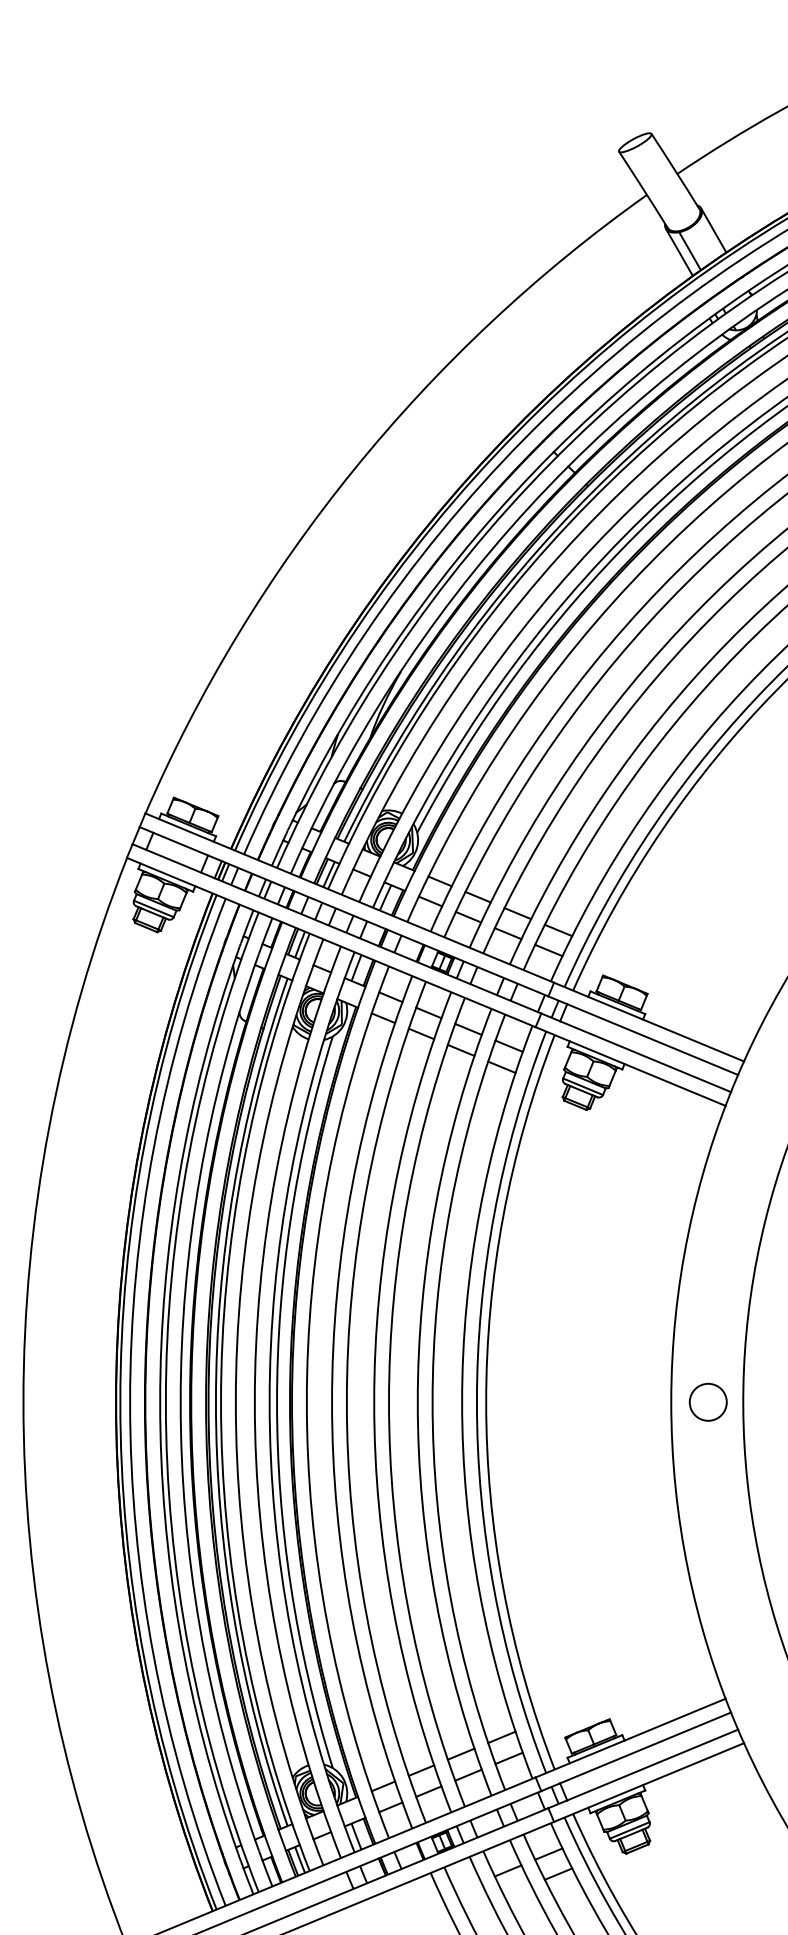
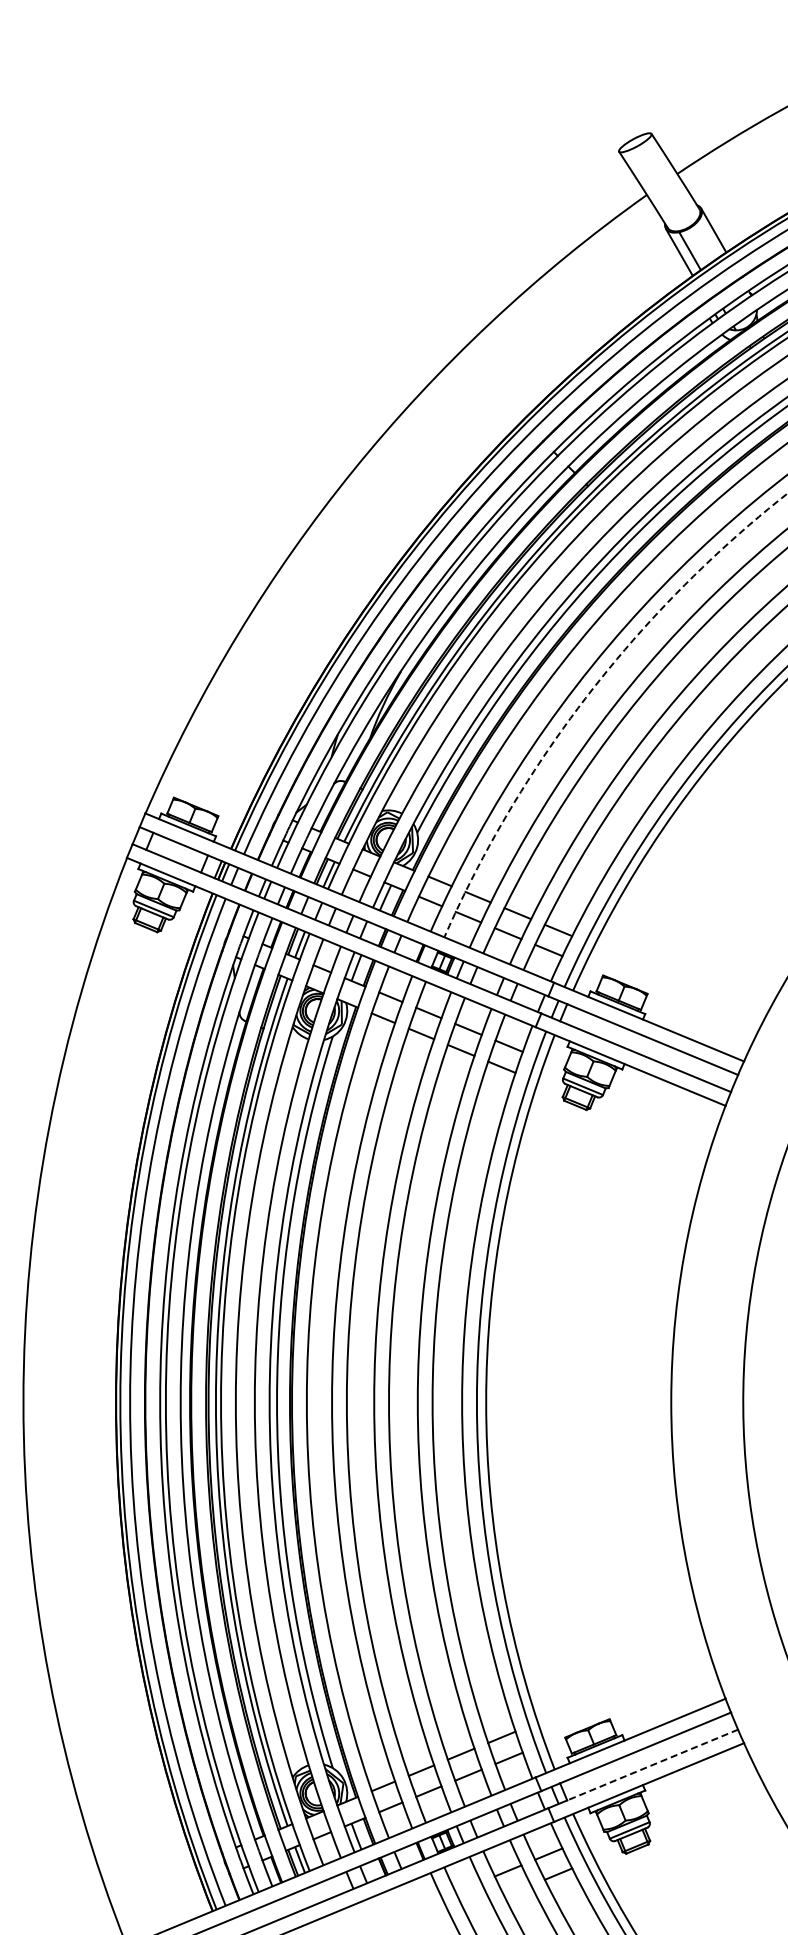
arc at (589, 693): solid -> dashed
circle at (707, 1401): present -> none
line at (652, 1765): solid -> dashed
